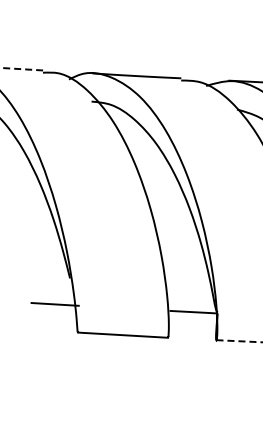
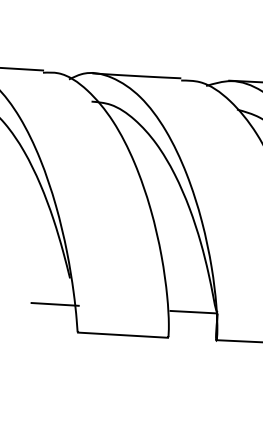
line at (21, 69): dashed -> solid
line at (239, 341): dashed -> solid
